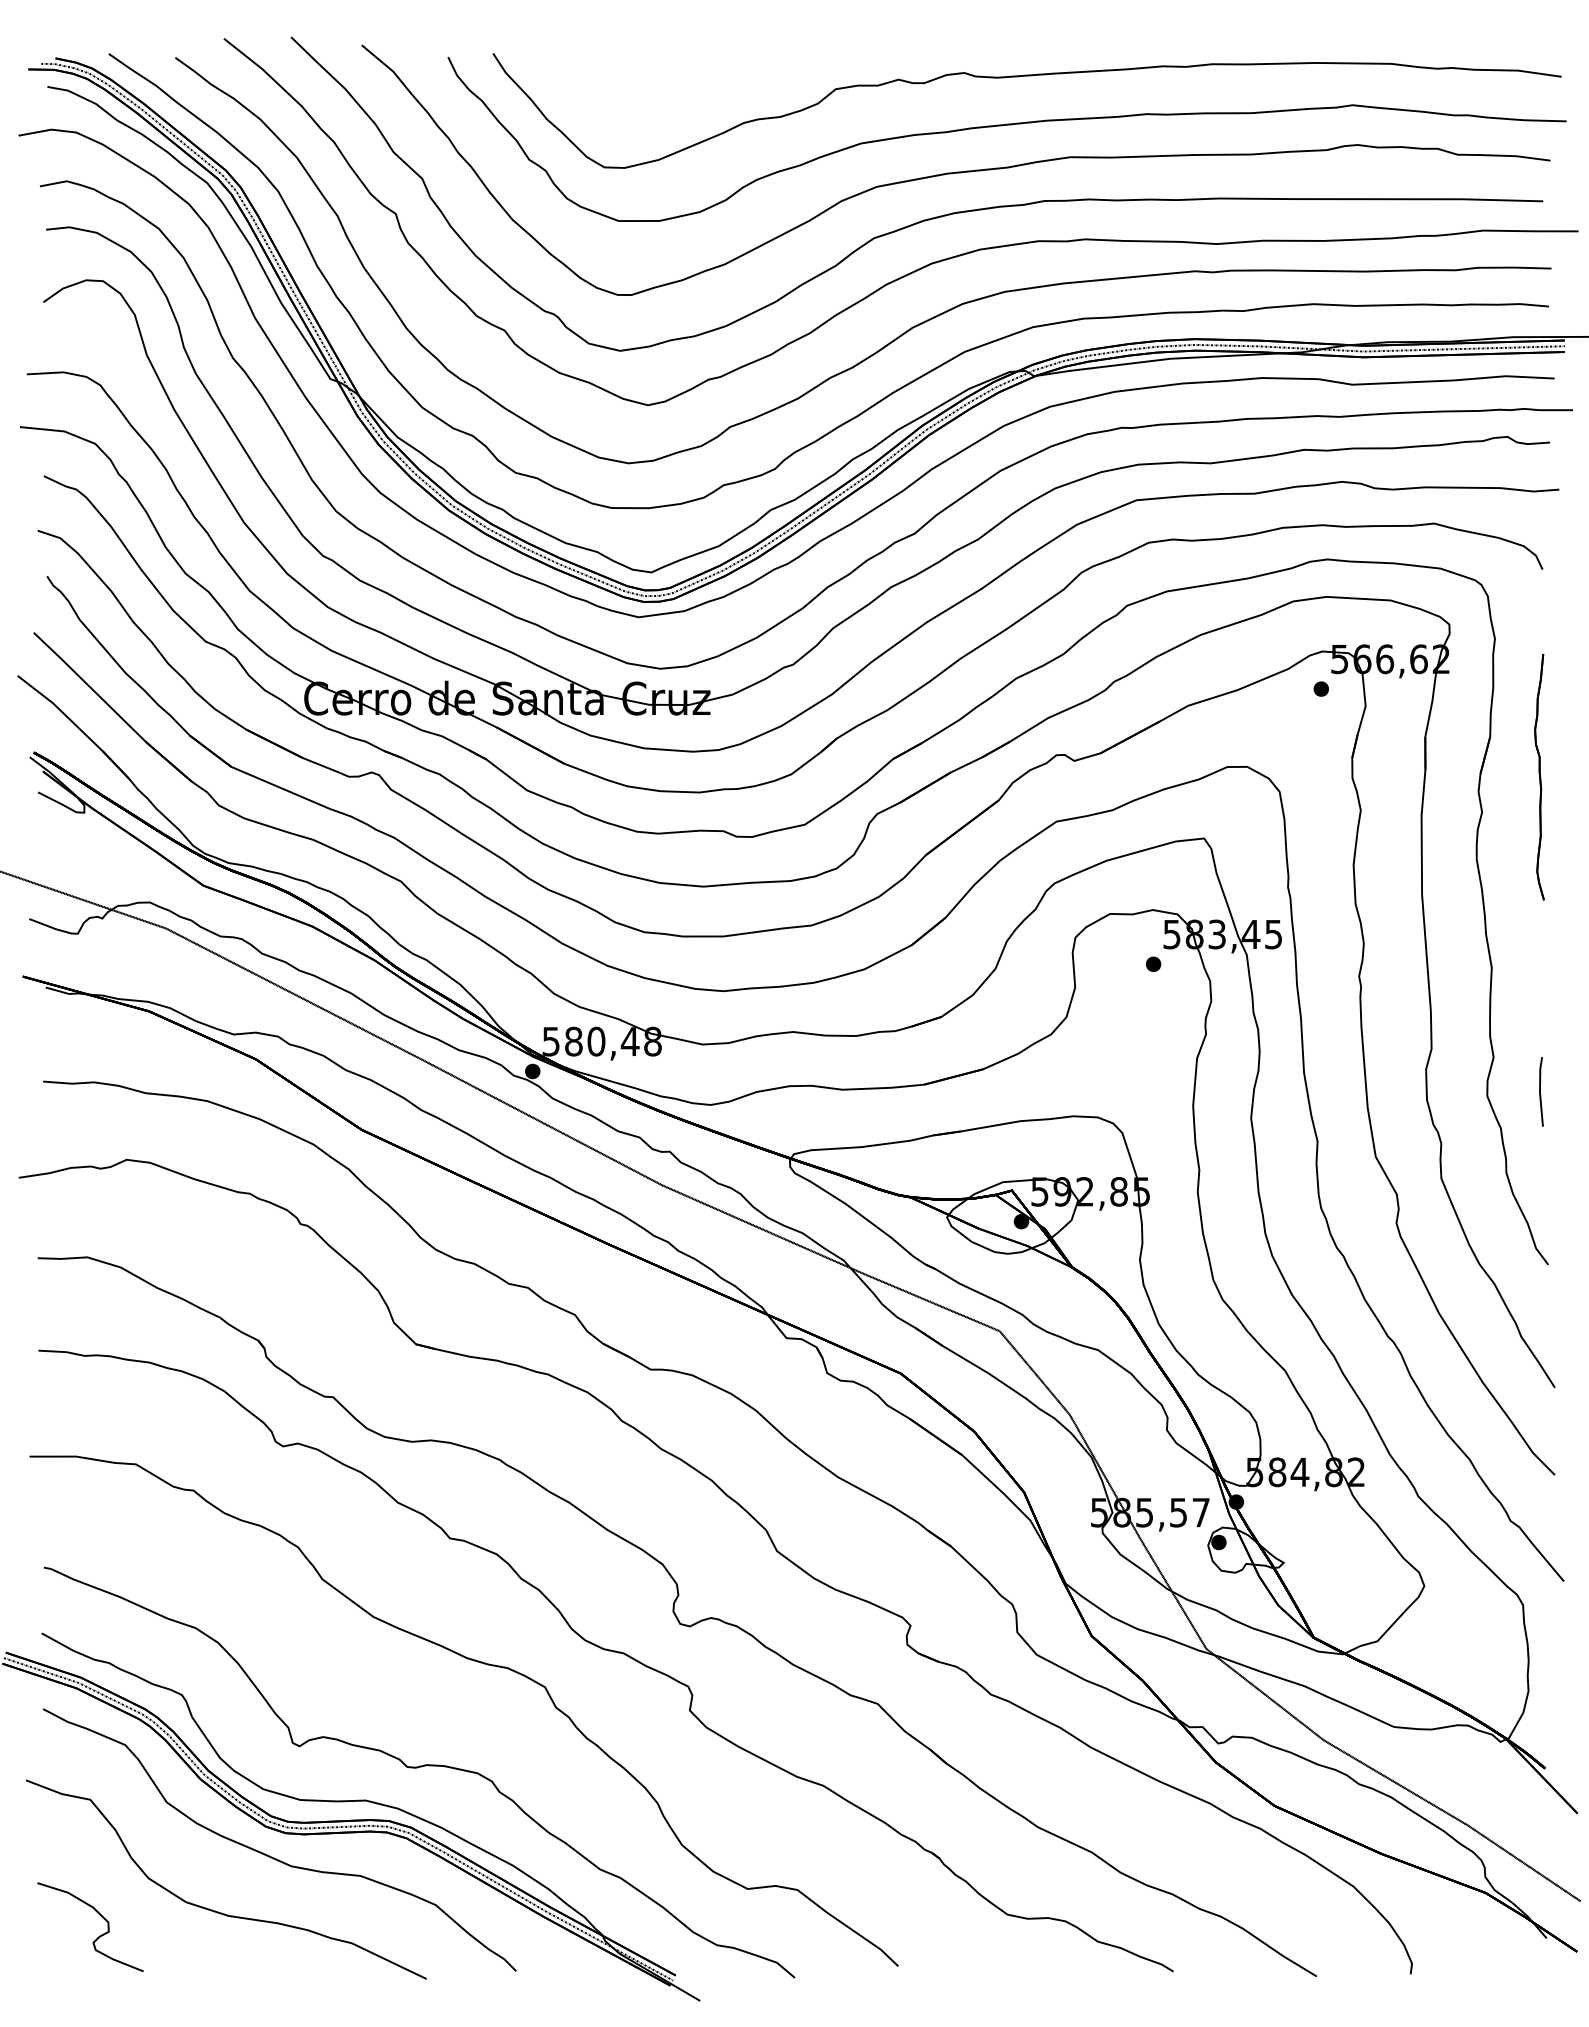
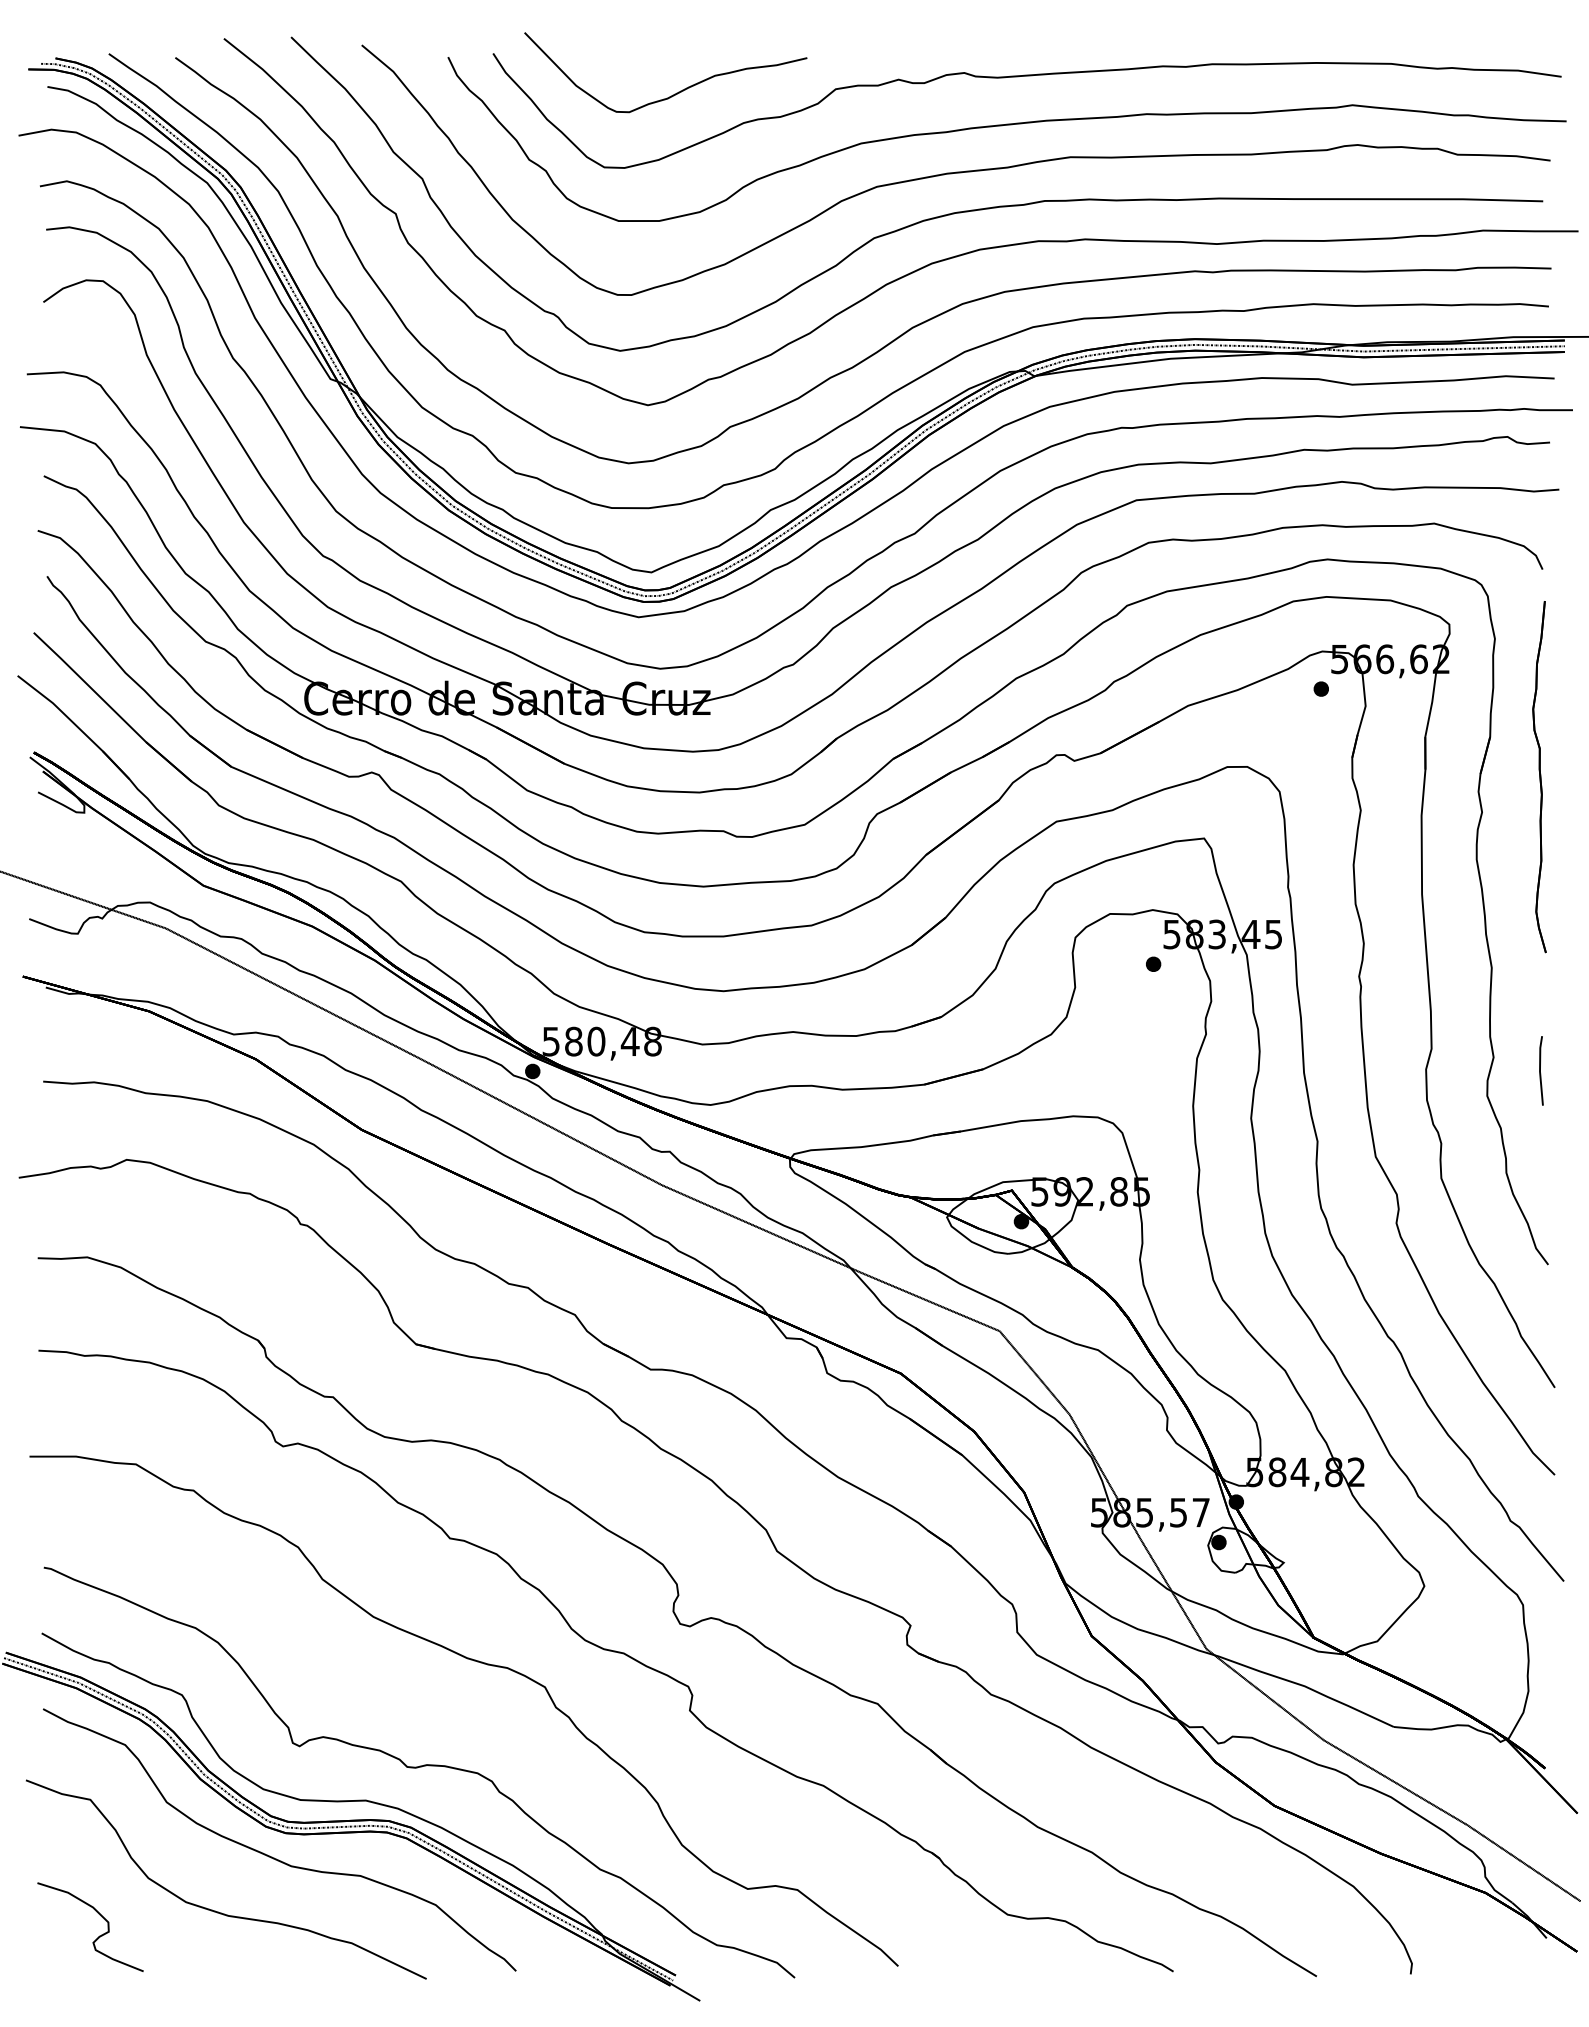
curve at (676, 92): none -> present
part at (1539, 776) size: 11x248 px -> 15x353 px
line at (1540, 1091) position: (1540, 1091) -> (1540, 1070)
